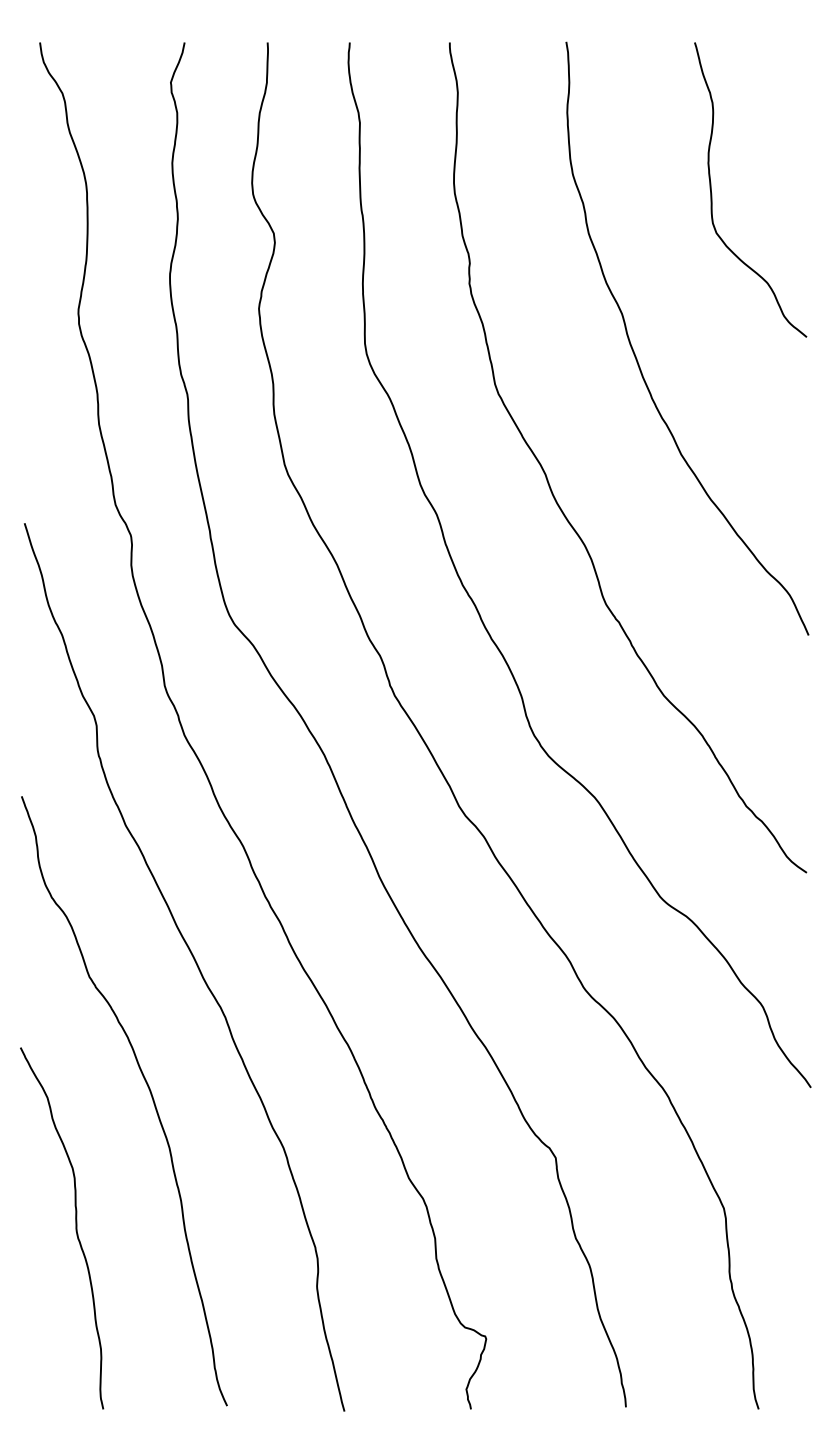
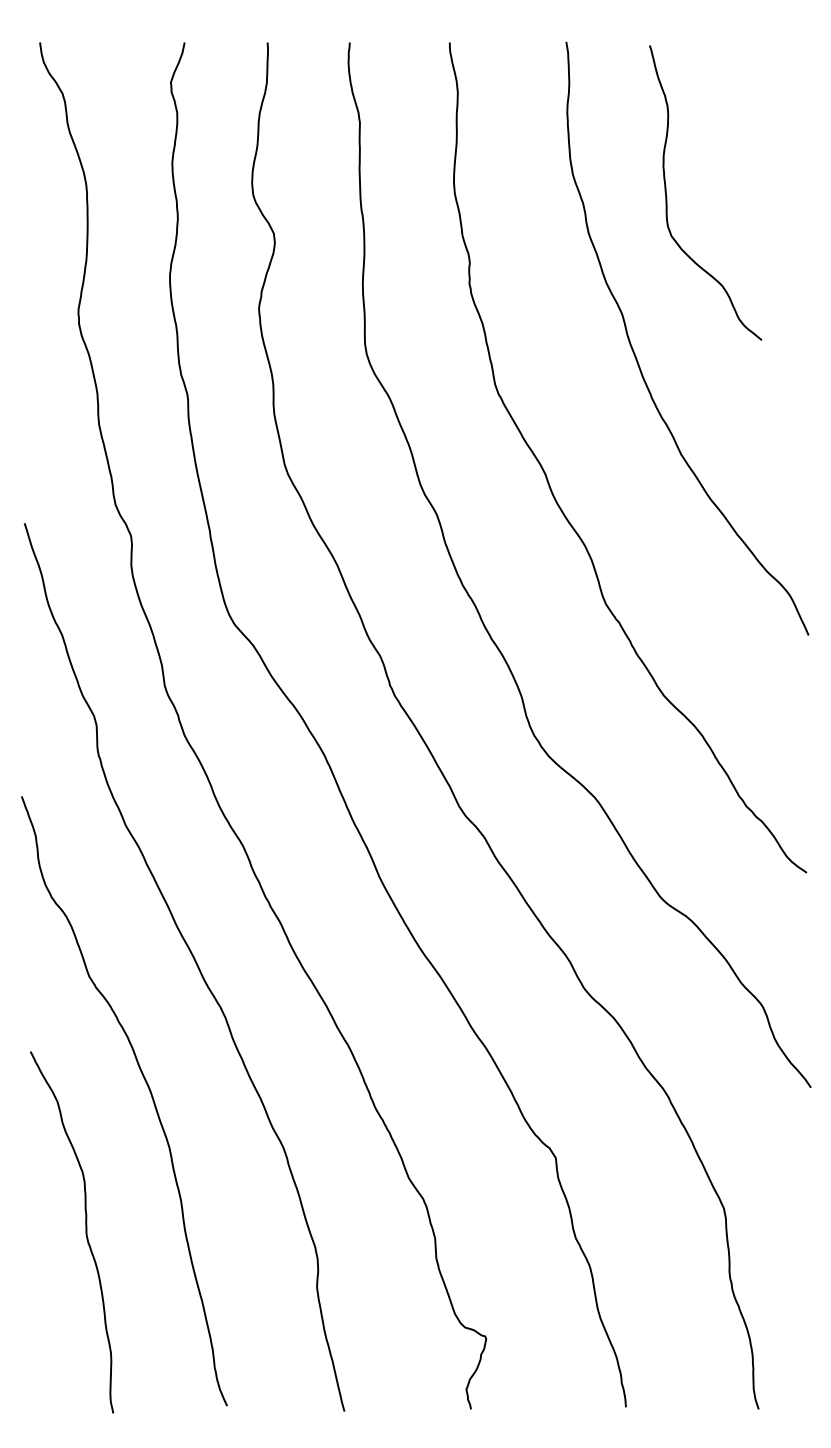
curve at (712, 193) position: (712, 193) -> (667, 196)
curve at (75, 1228) position: (75, 1228) -> (85, 1232)
